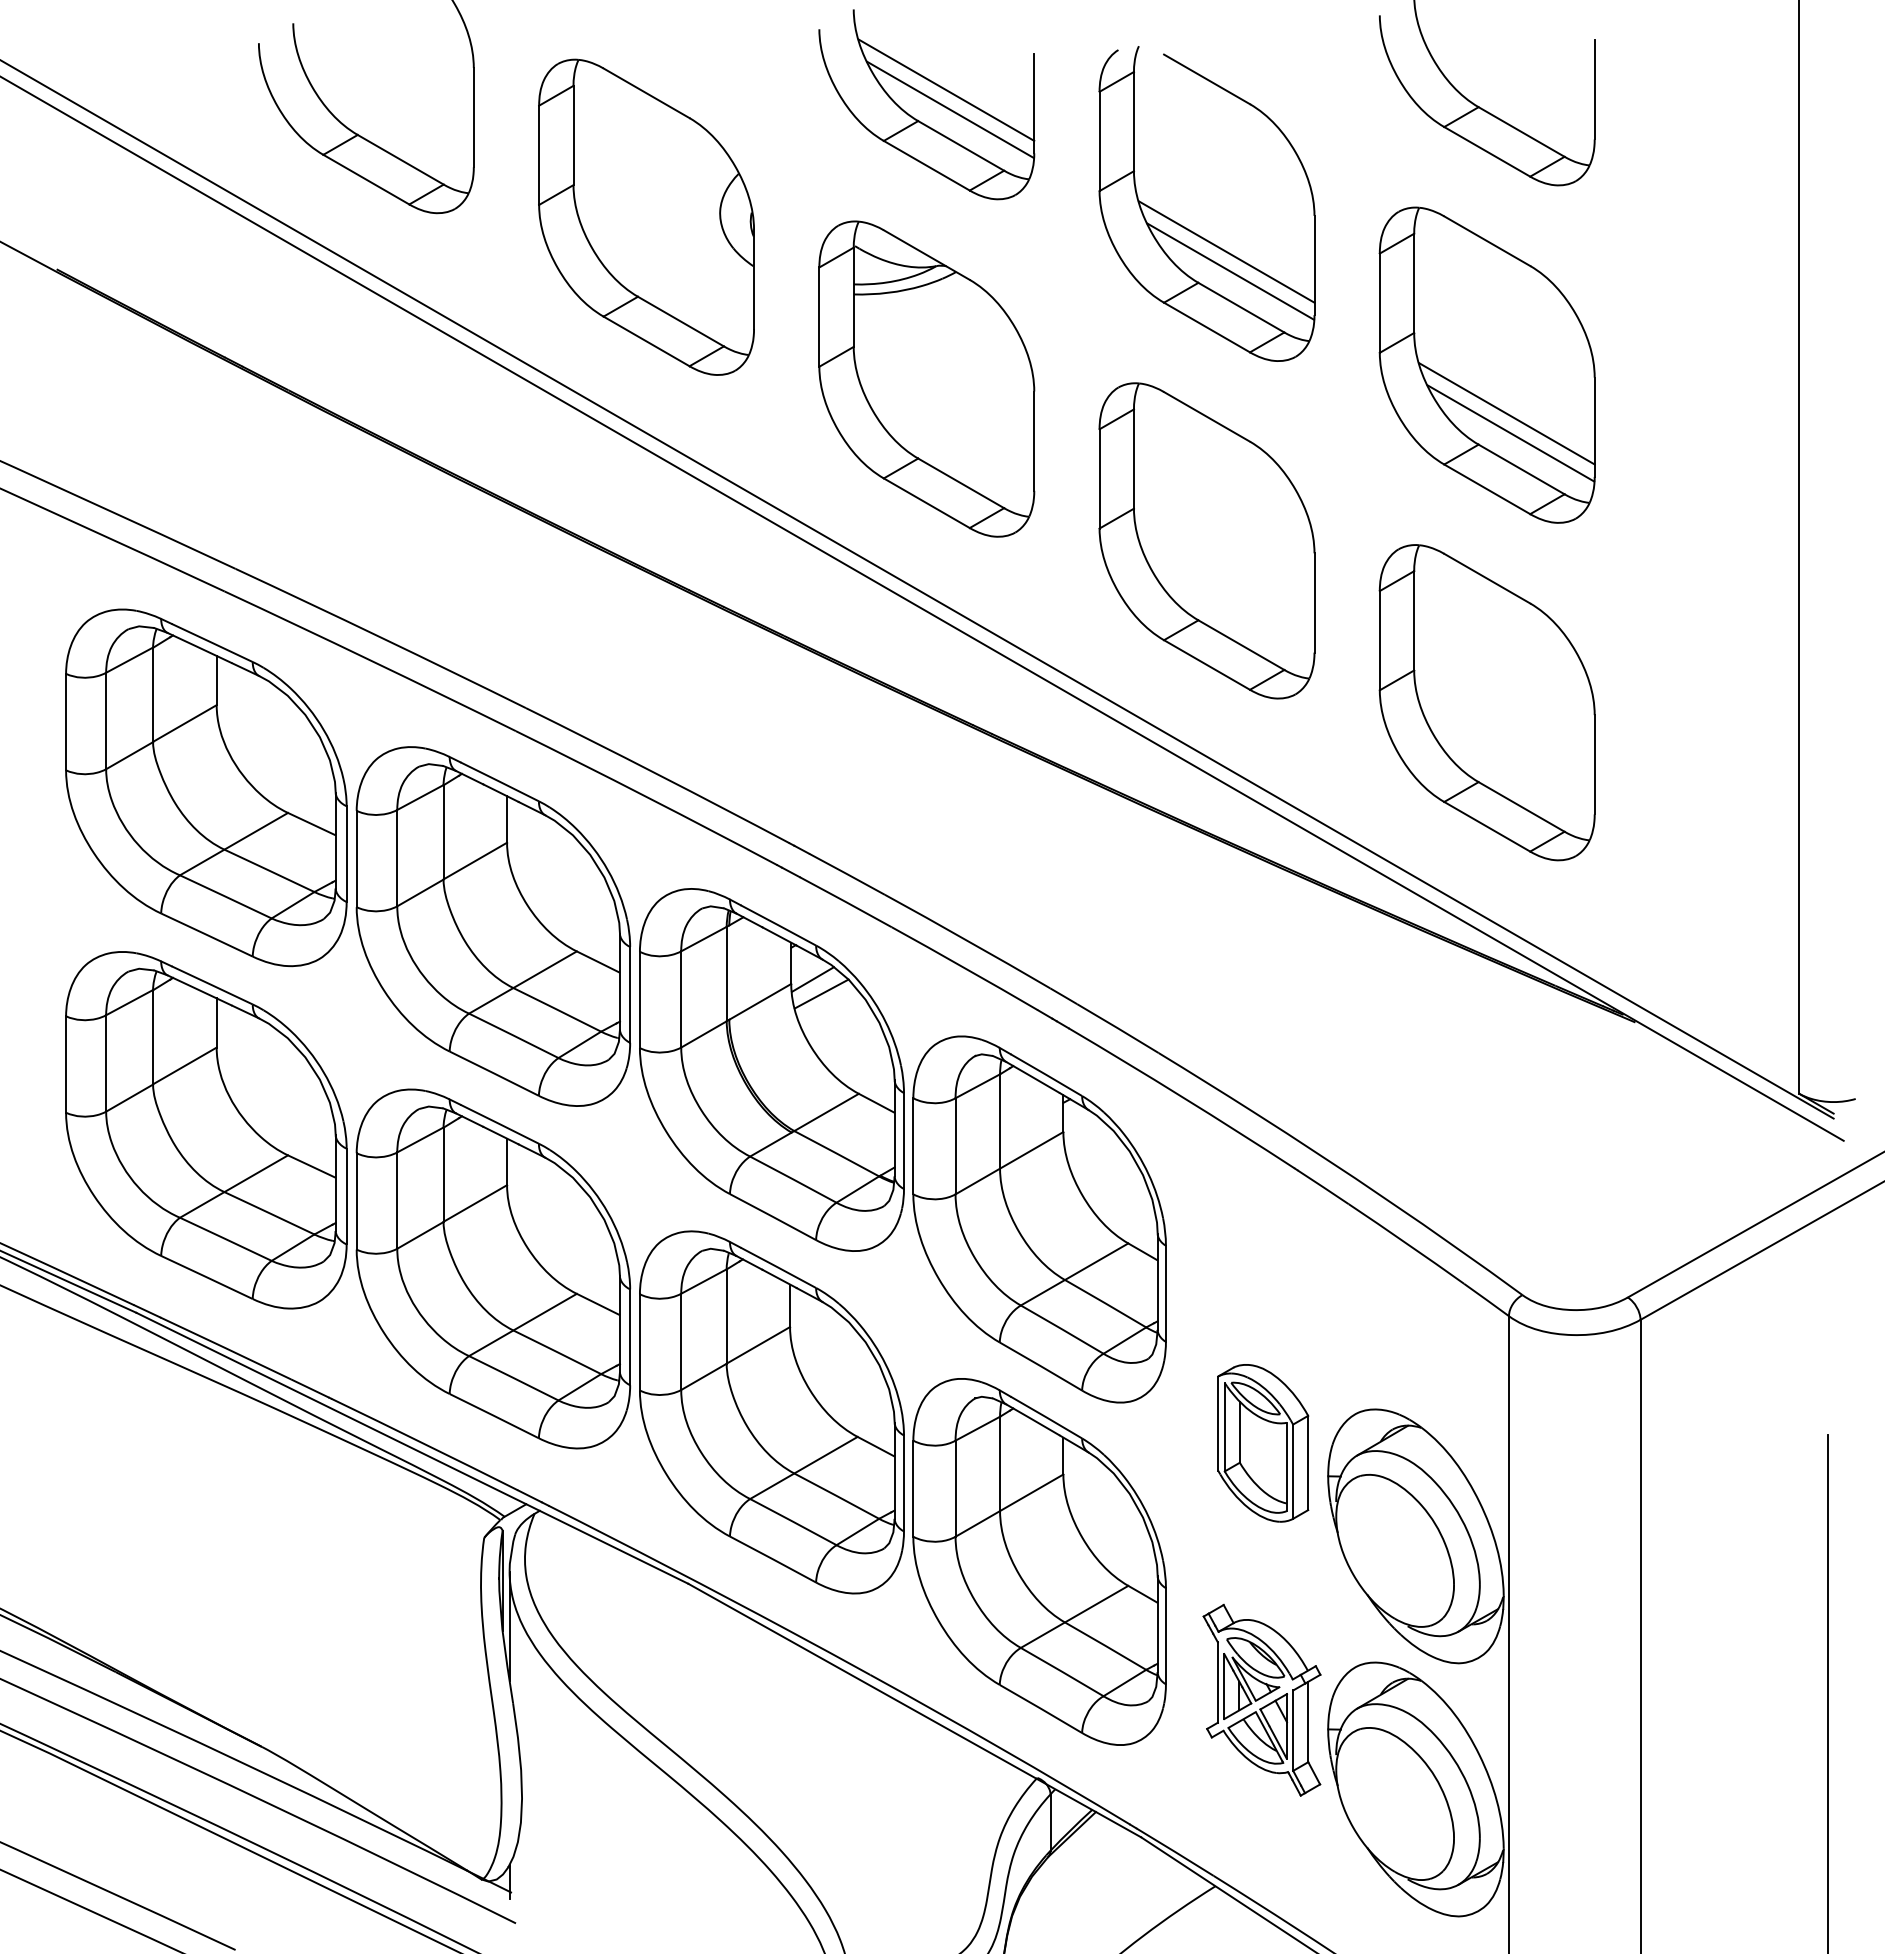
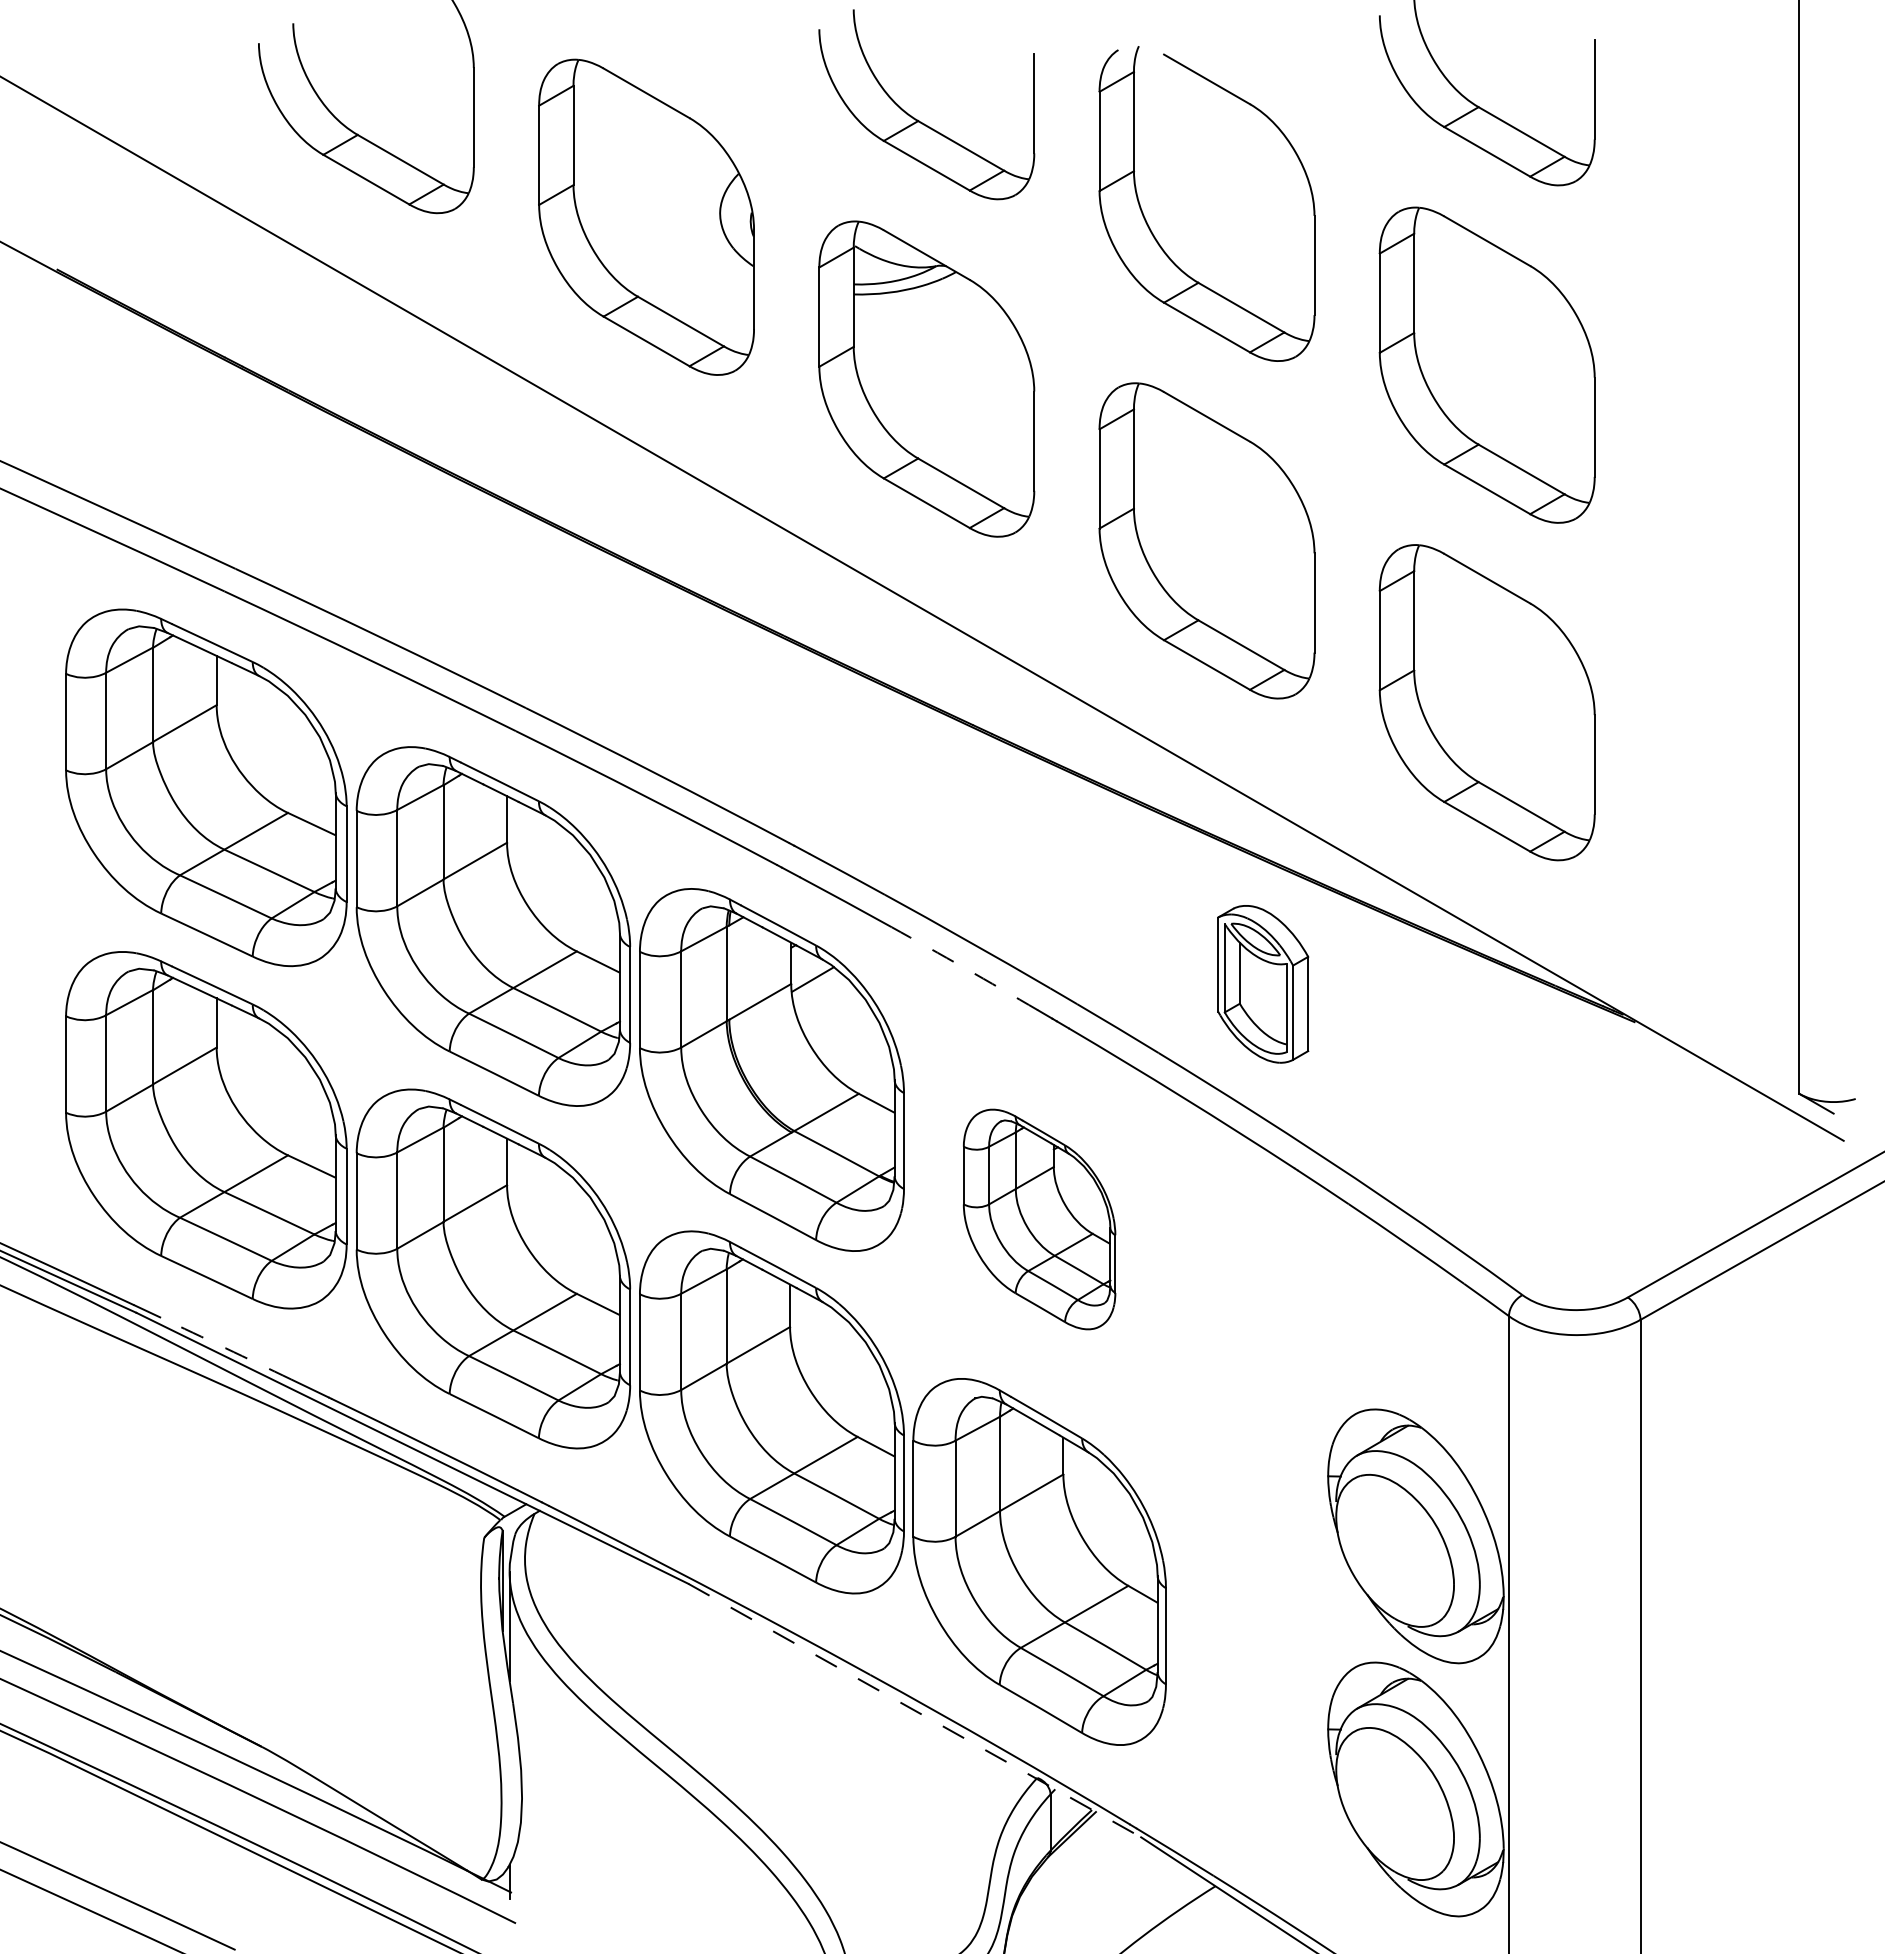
line at (946, 89): present -> none
line at (950, 109): present -> none
line at (1226, 251): present -> none
line at (1230, 271): present -> none
line at (1506, 413): present -> none
line at (1510, 433): present -> none
line at (917, 589): present -> none
arc at (965, 968): solid -> dashed
line at (821, 993): present -> none
part at (1039, 1219) size: 255x369 px -> 155x223 px
arc at (225, 1348): solid -> dashed
part at (1263, 1443) position: (1263, 1443) -> (1263, 984)
line at (1828, 1692): present -> none
part at (1261, 1699): present -> none
line at (915, 1710): solid -> dashed
